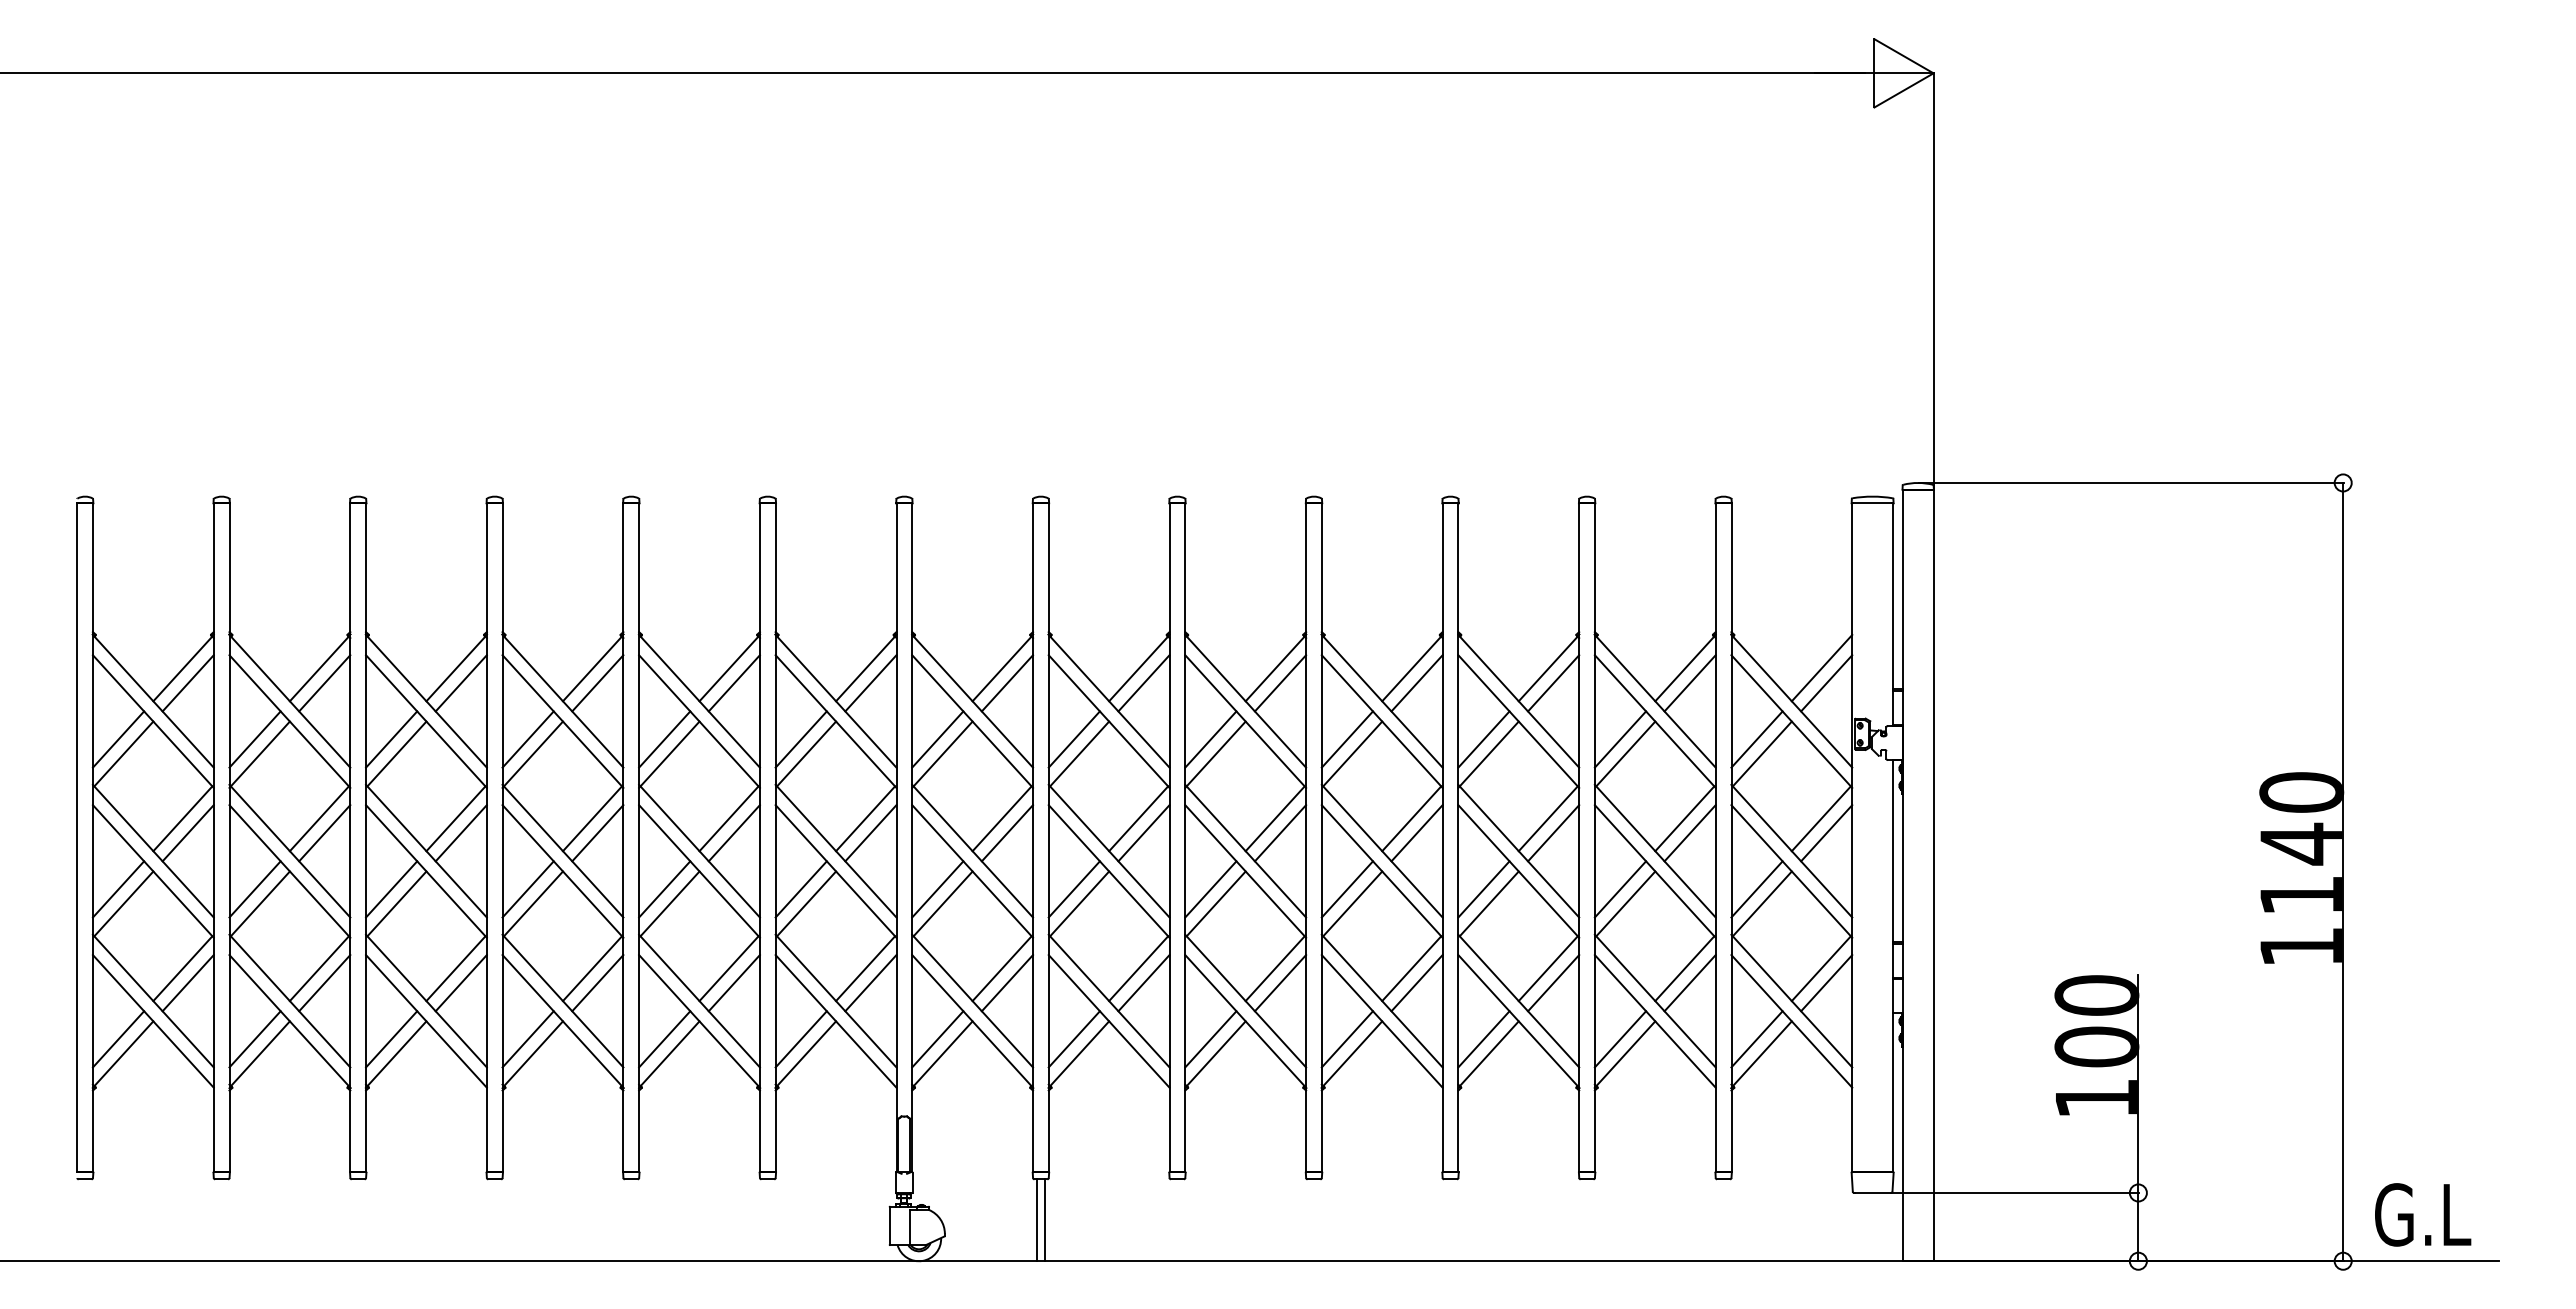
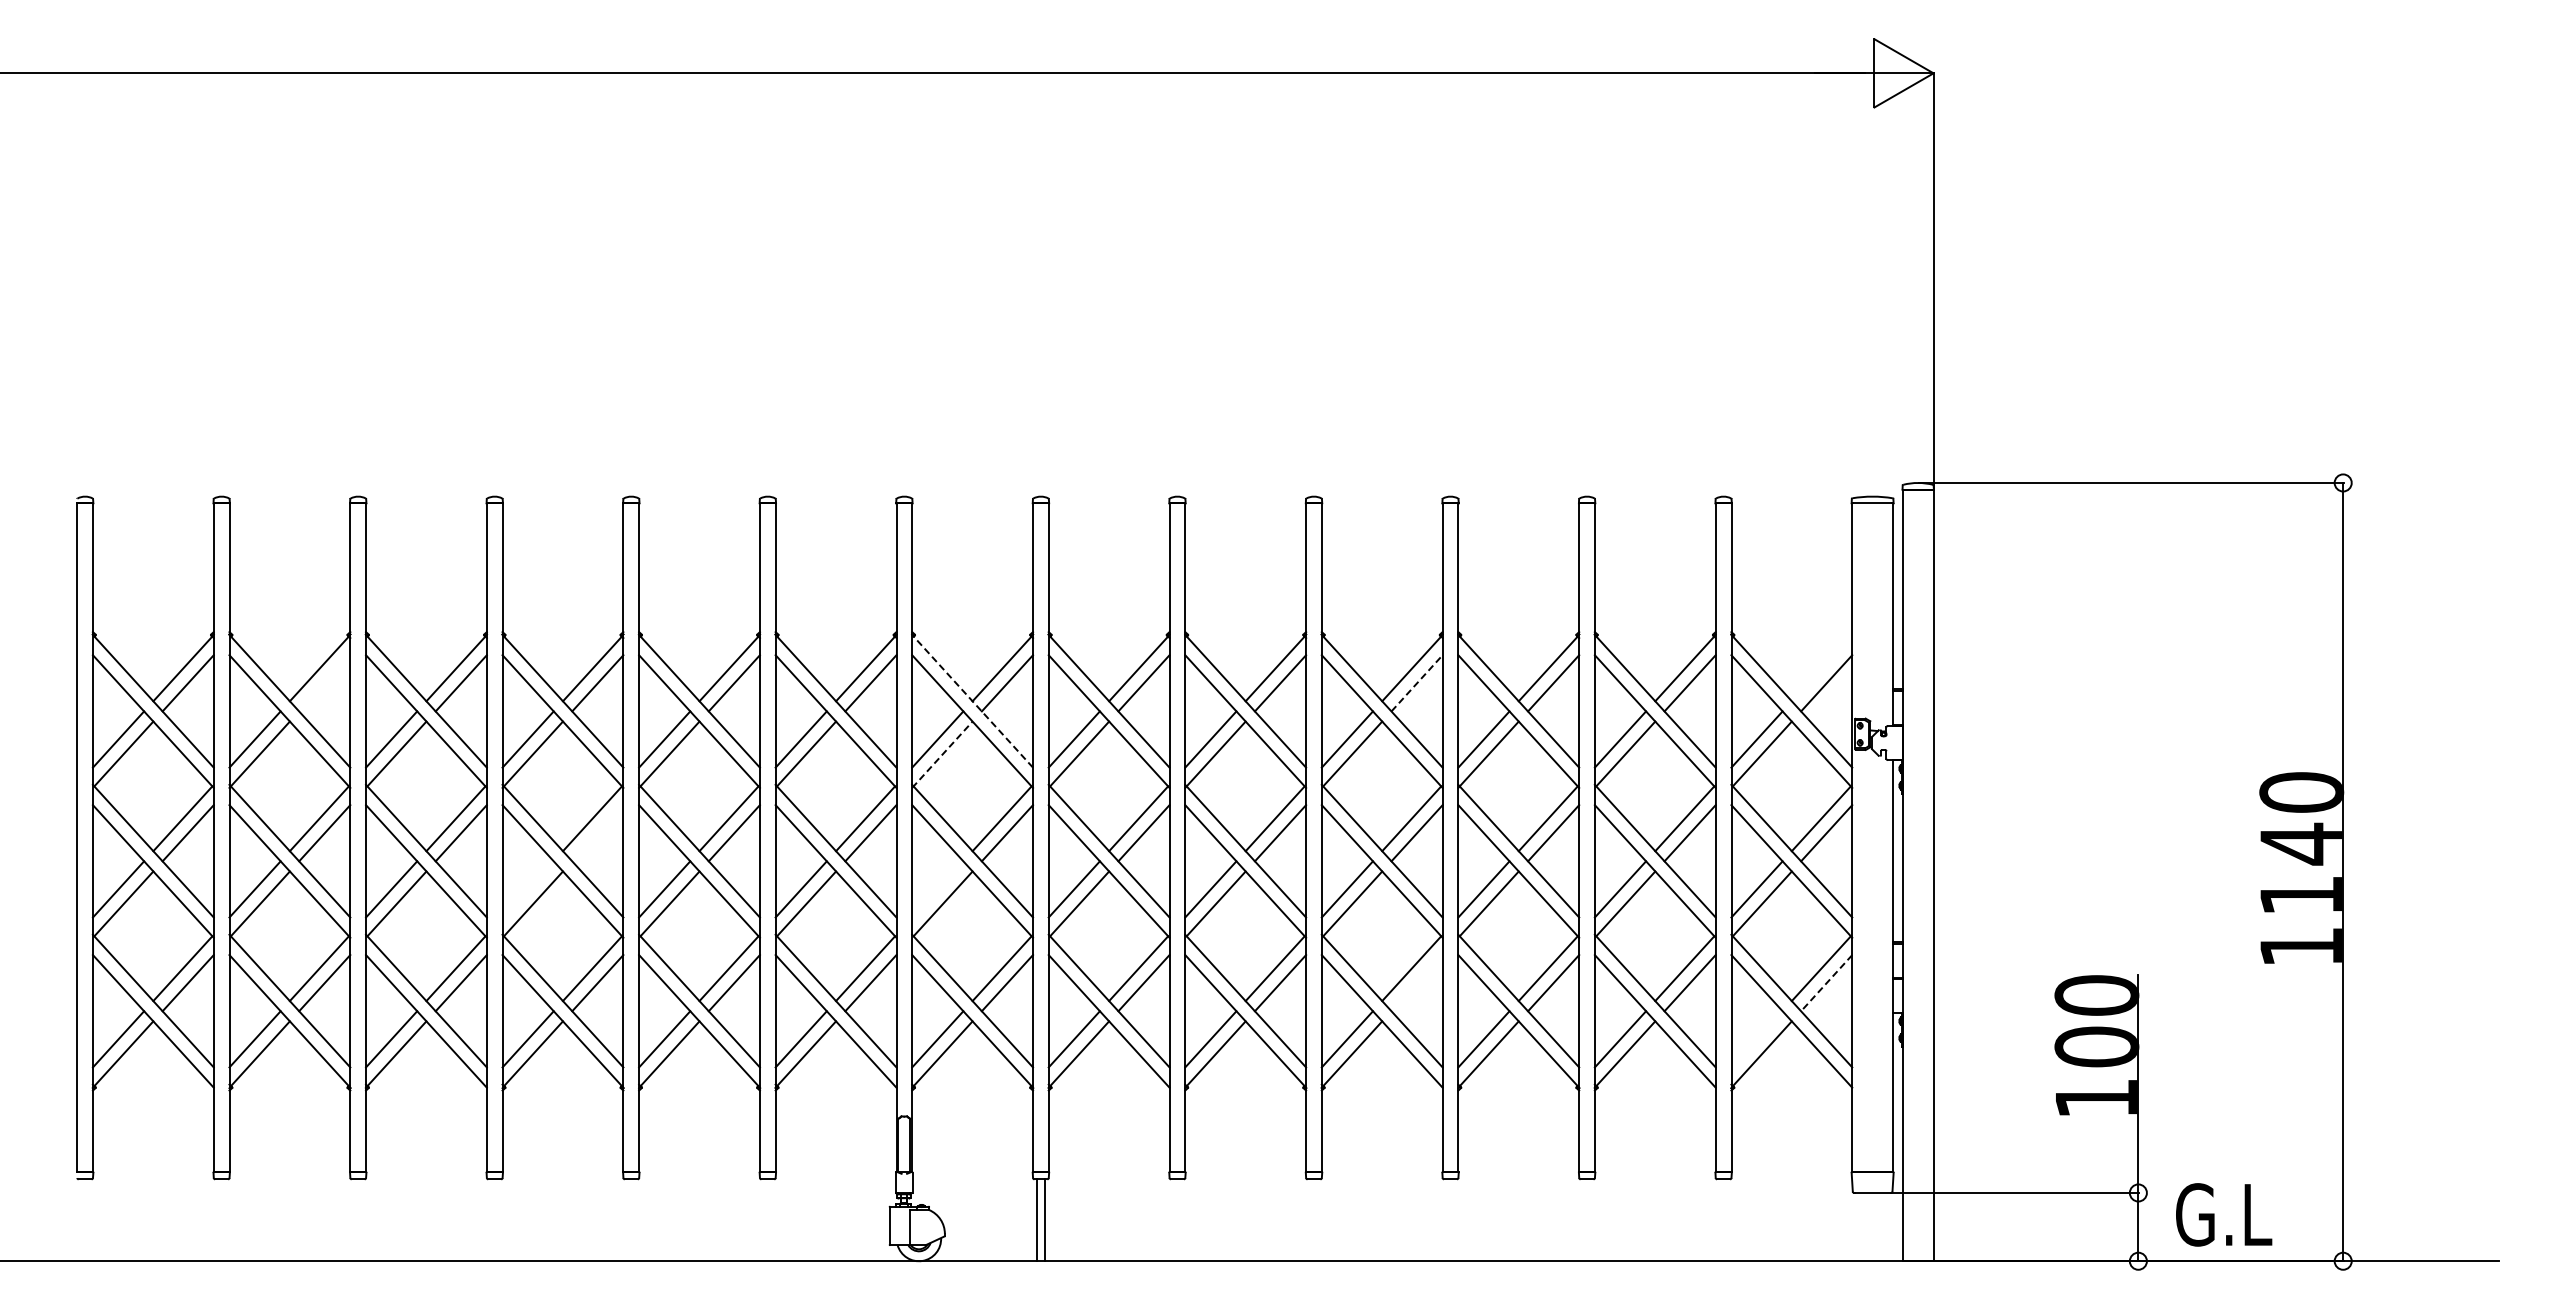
line at (1821, 667): present -> none
line at (324, 683): present -> none
line at (1417, 683): solid -> dashed
line at (972, 701): solid -> dashed
line at (942, 754): solid -> dashed
line at (597, 833): present -> none
line at (527, 889): present -> none
line at (937, 889): present -> none
line at (1416, 983): present -> none
line at (1826, 983): solid -> dashed
line at (1756, 1039): present -> none
text at (2423, 1214) position: (2423, 1214) -> (2224, 1214)
